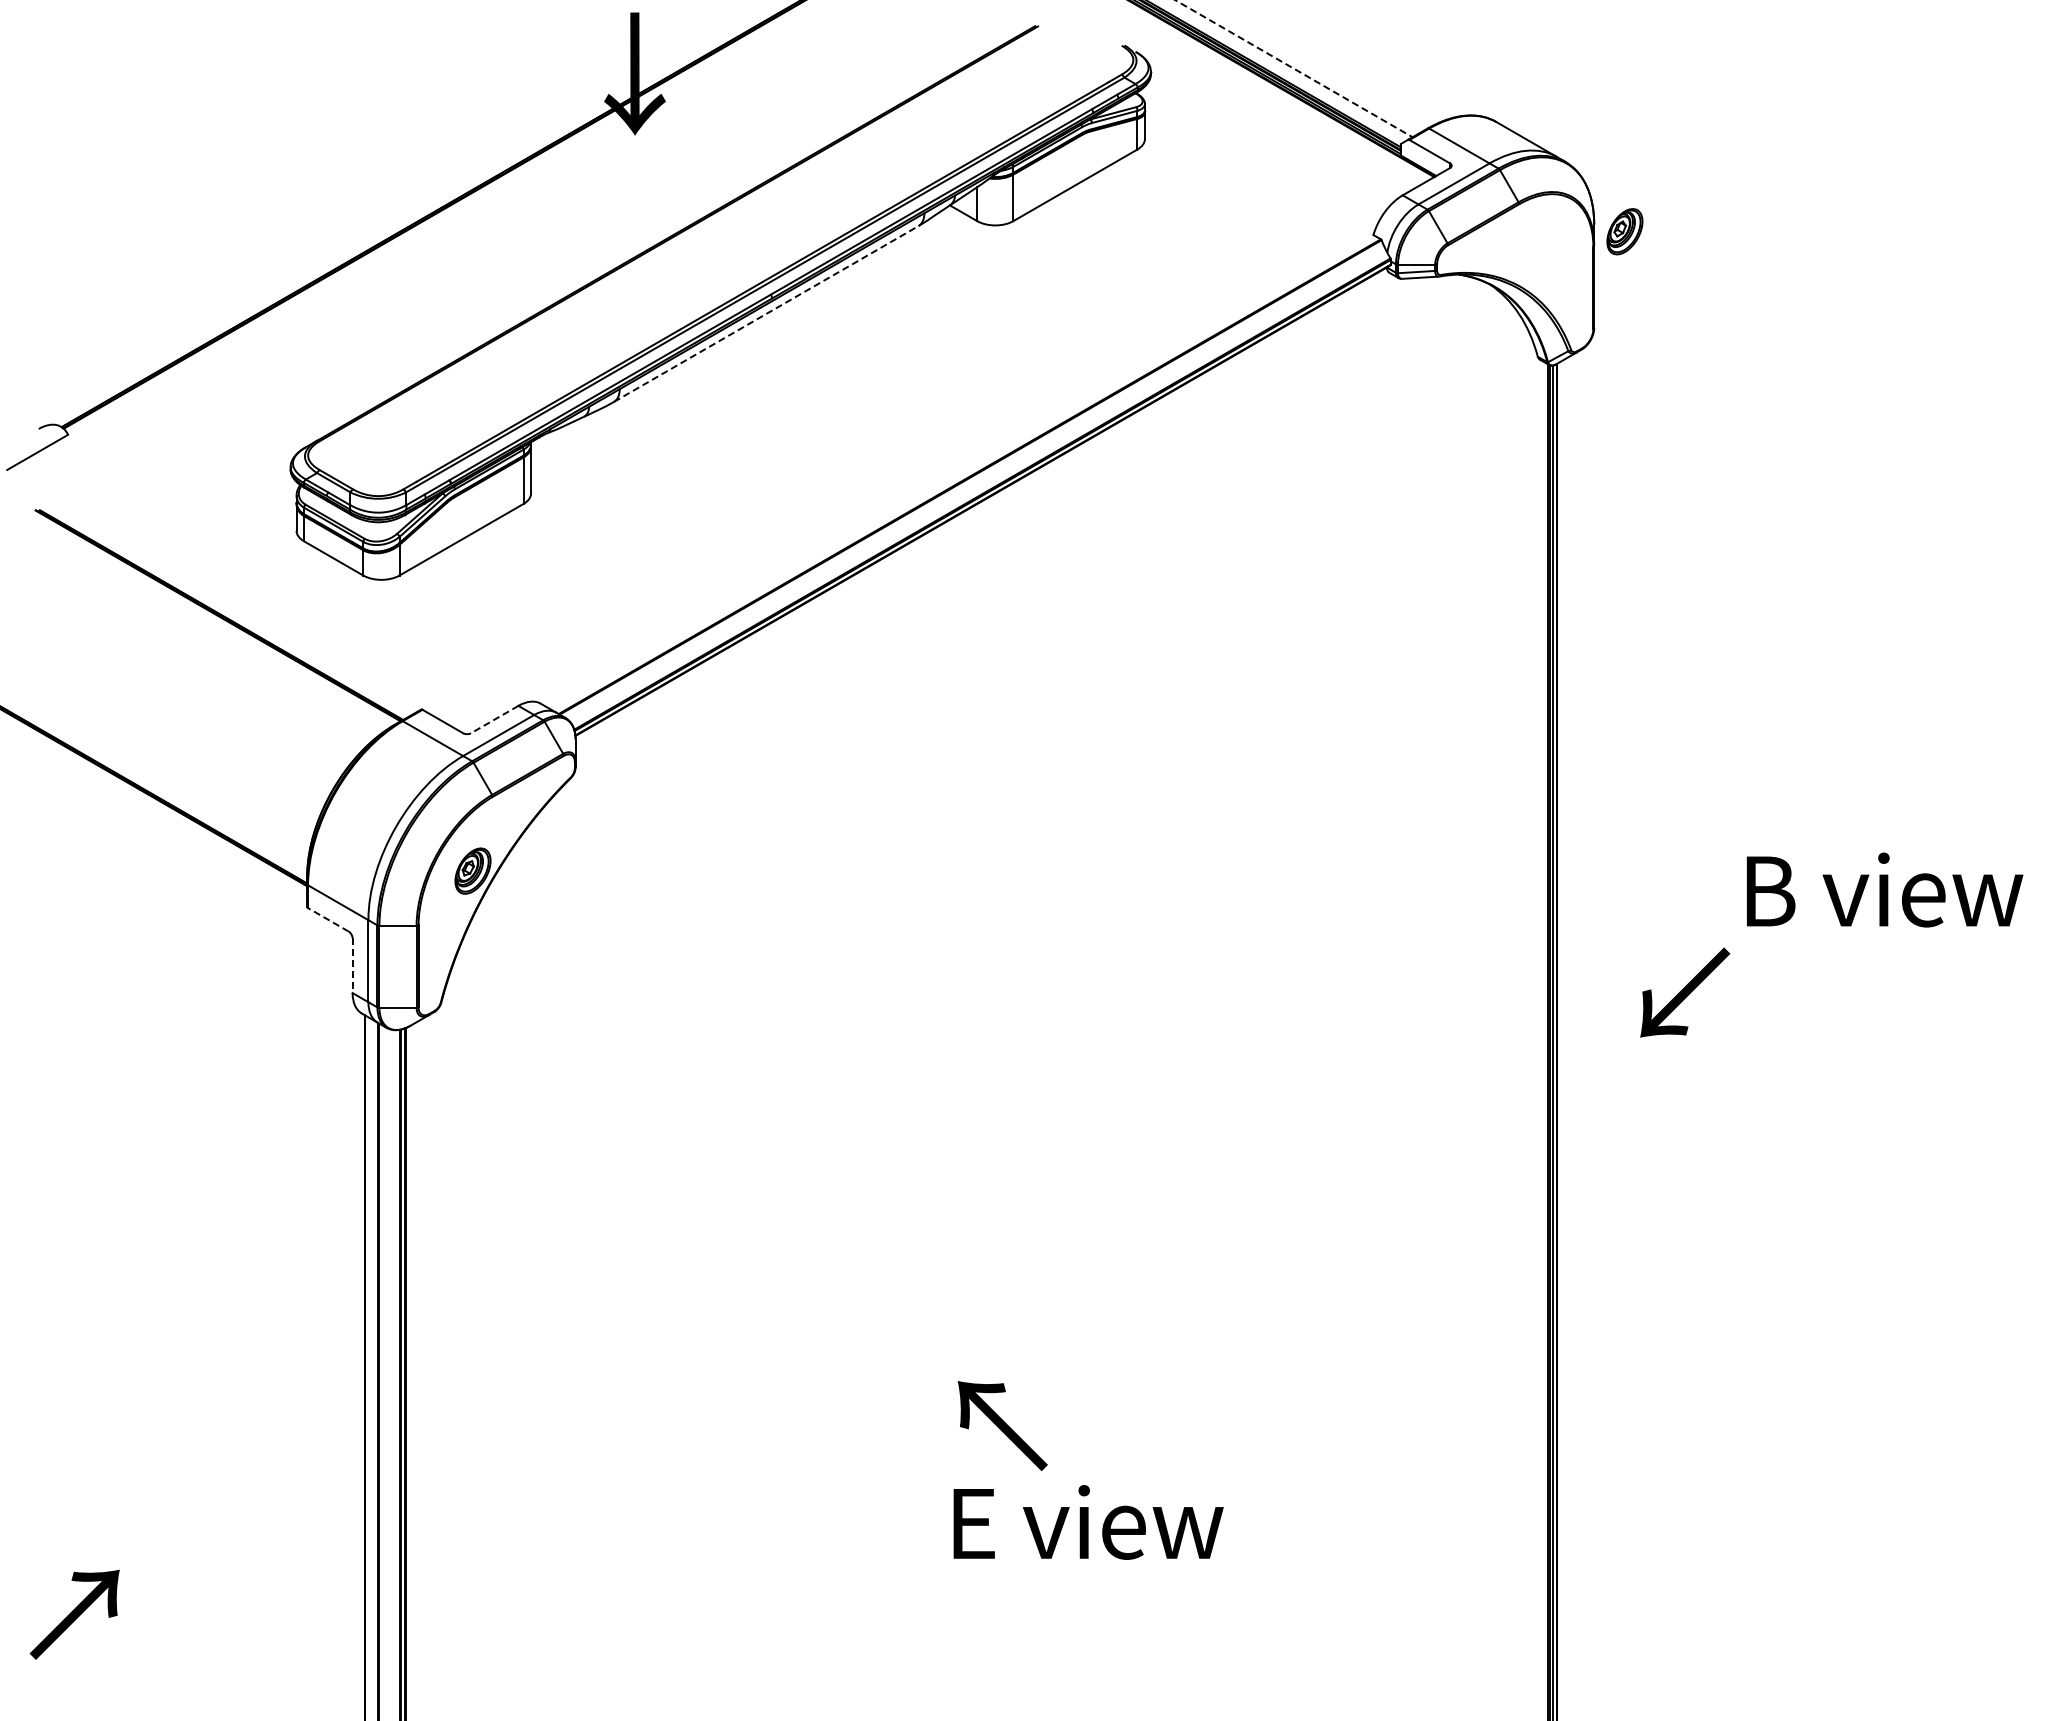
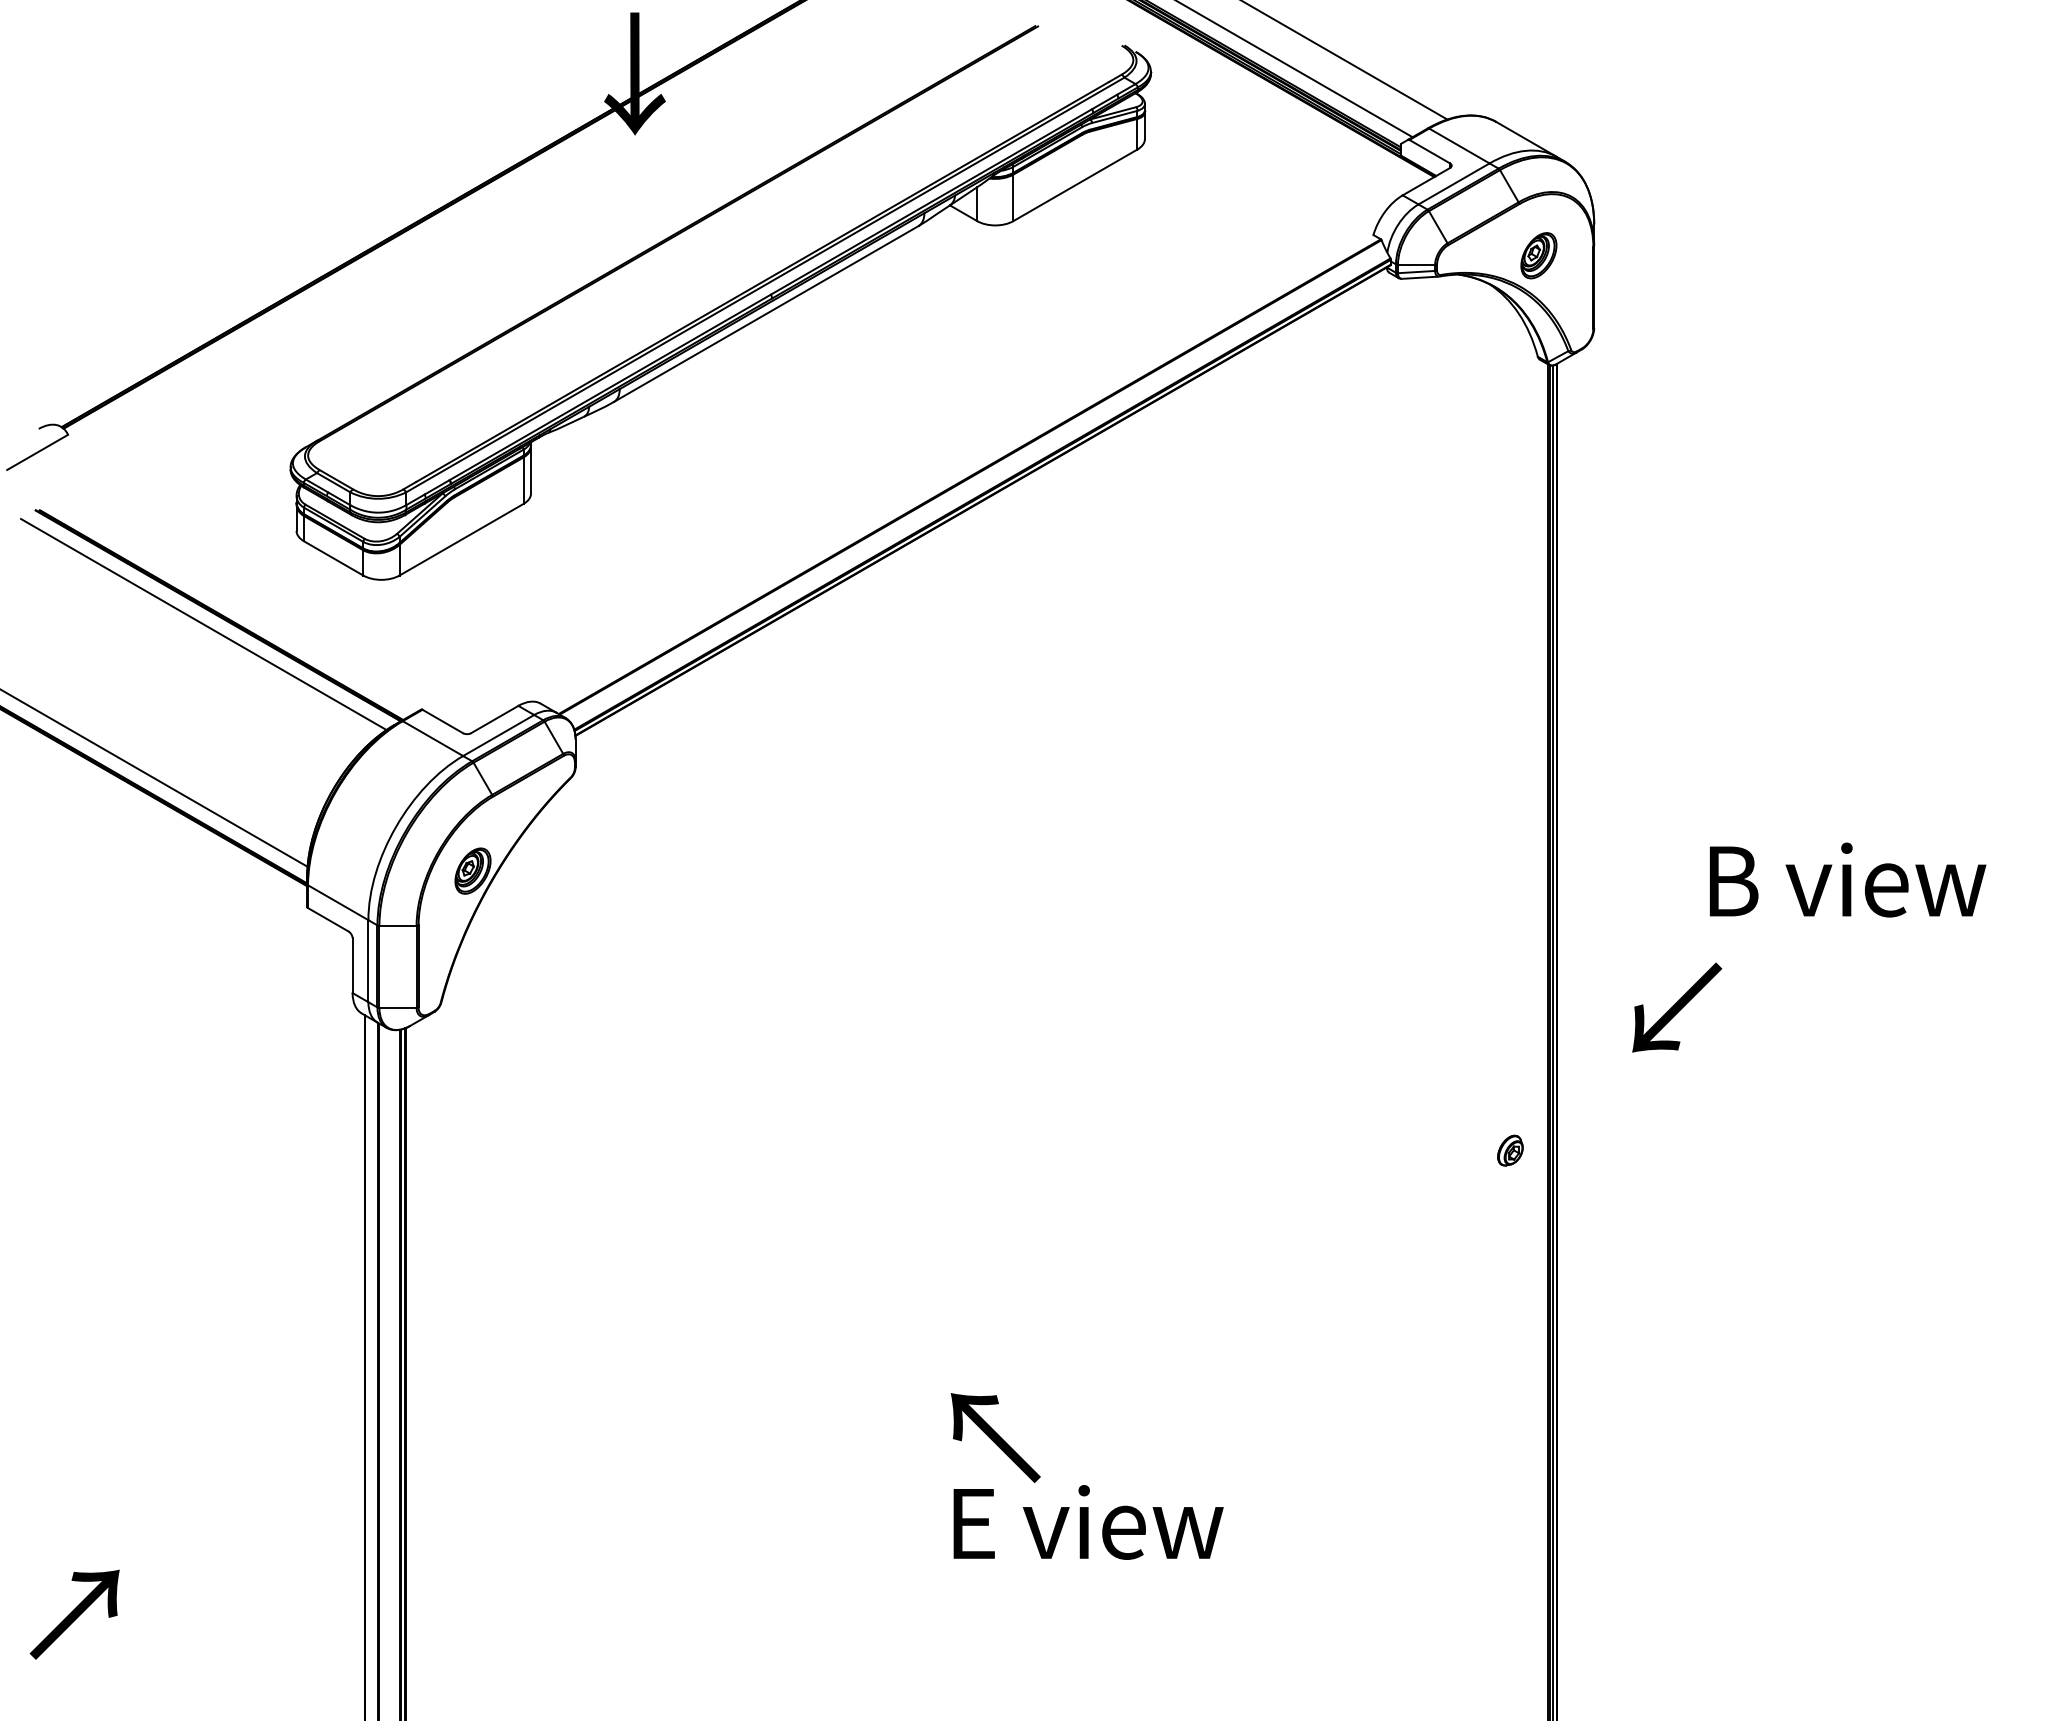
line at (1345, 60): none -> present
line at (1294, 68): dashed -> solid
part at (1624, 231) position: (1624, 231) -> (1538, 255)
line at (766, 314): dashed -> solid
line at (203, 624): none -> present
line at (494, 719): dashed -> solid
line at (154, 778): none -> present
text at (1885, 889) position: (1885, 889) -> (1848, 879)
line at (327, 919): dashed -> solid
line at (352, 966): dashed -> solid
text at (1685, 992) position: (1685, 992) -> (1677, 1007)
part at (1510, 1150): none -> present
text at (1002, 1425) position: (1002, 1425) -> (995, 1437)
